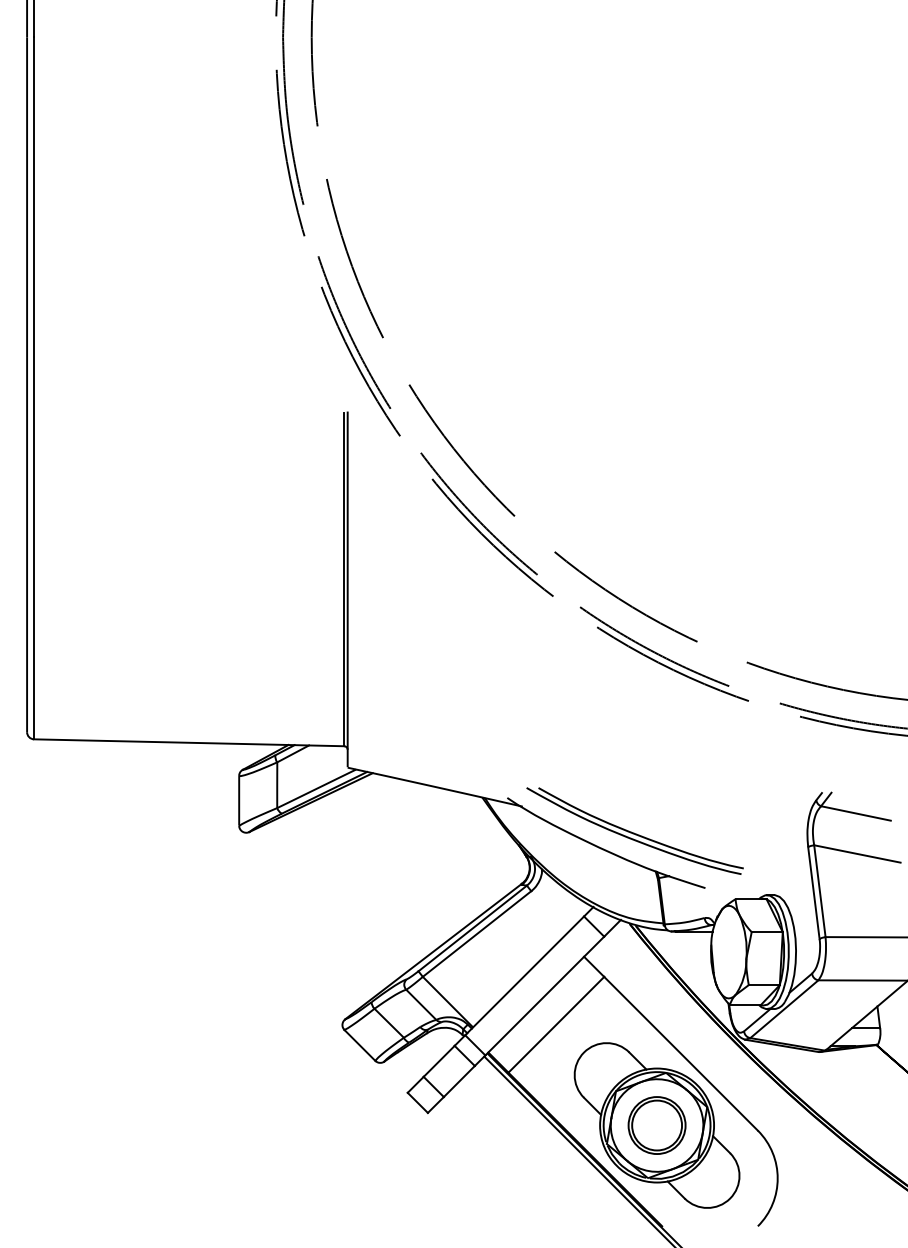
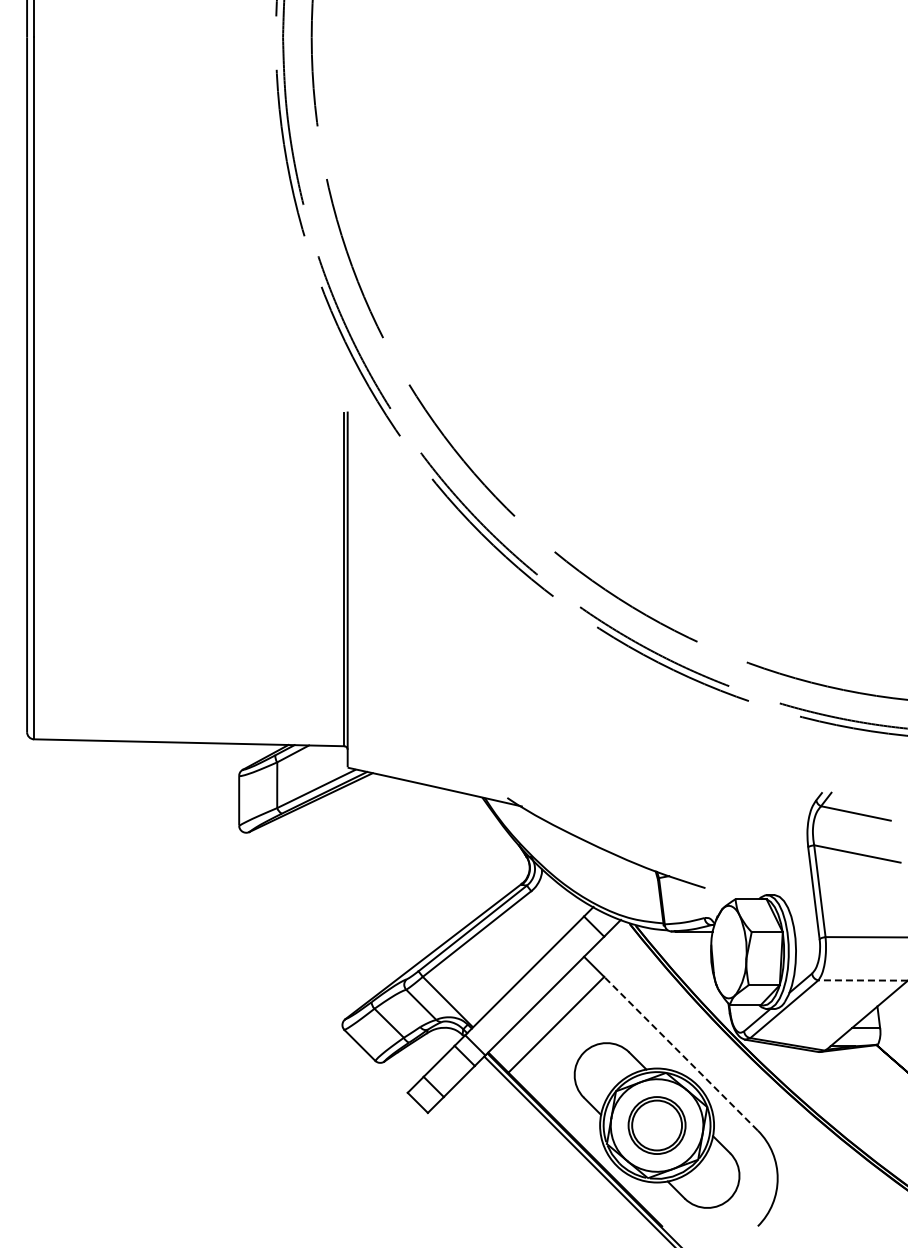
part at (634, 830): present -> none
line at (863, 980): solid -> dashed
line at (681, 1053): solid -> dashed
